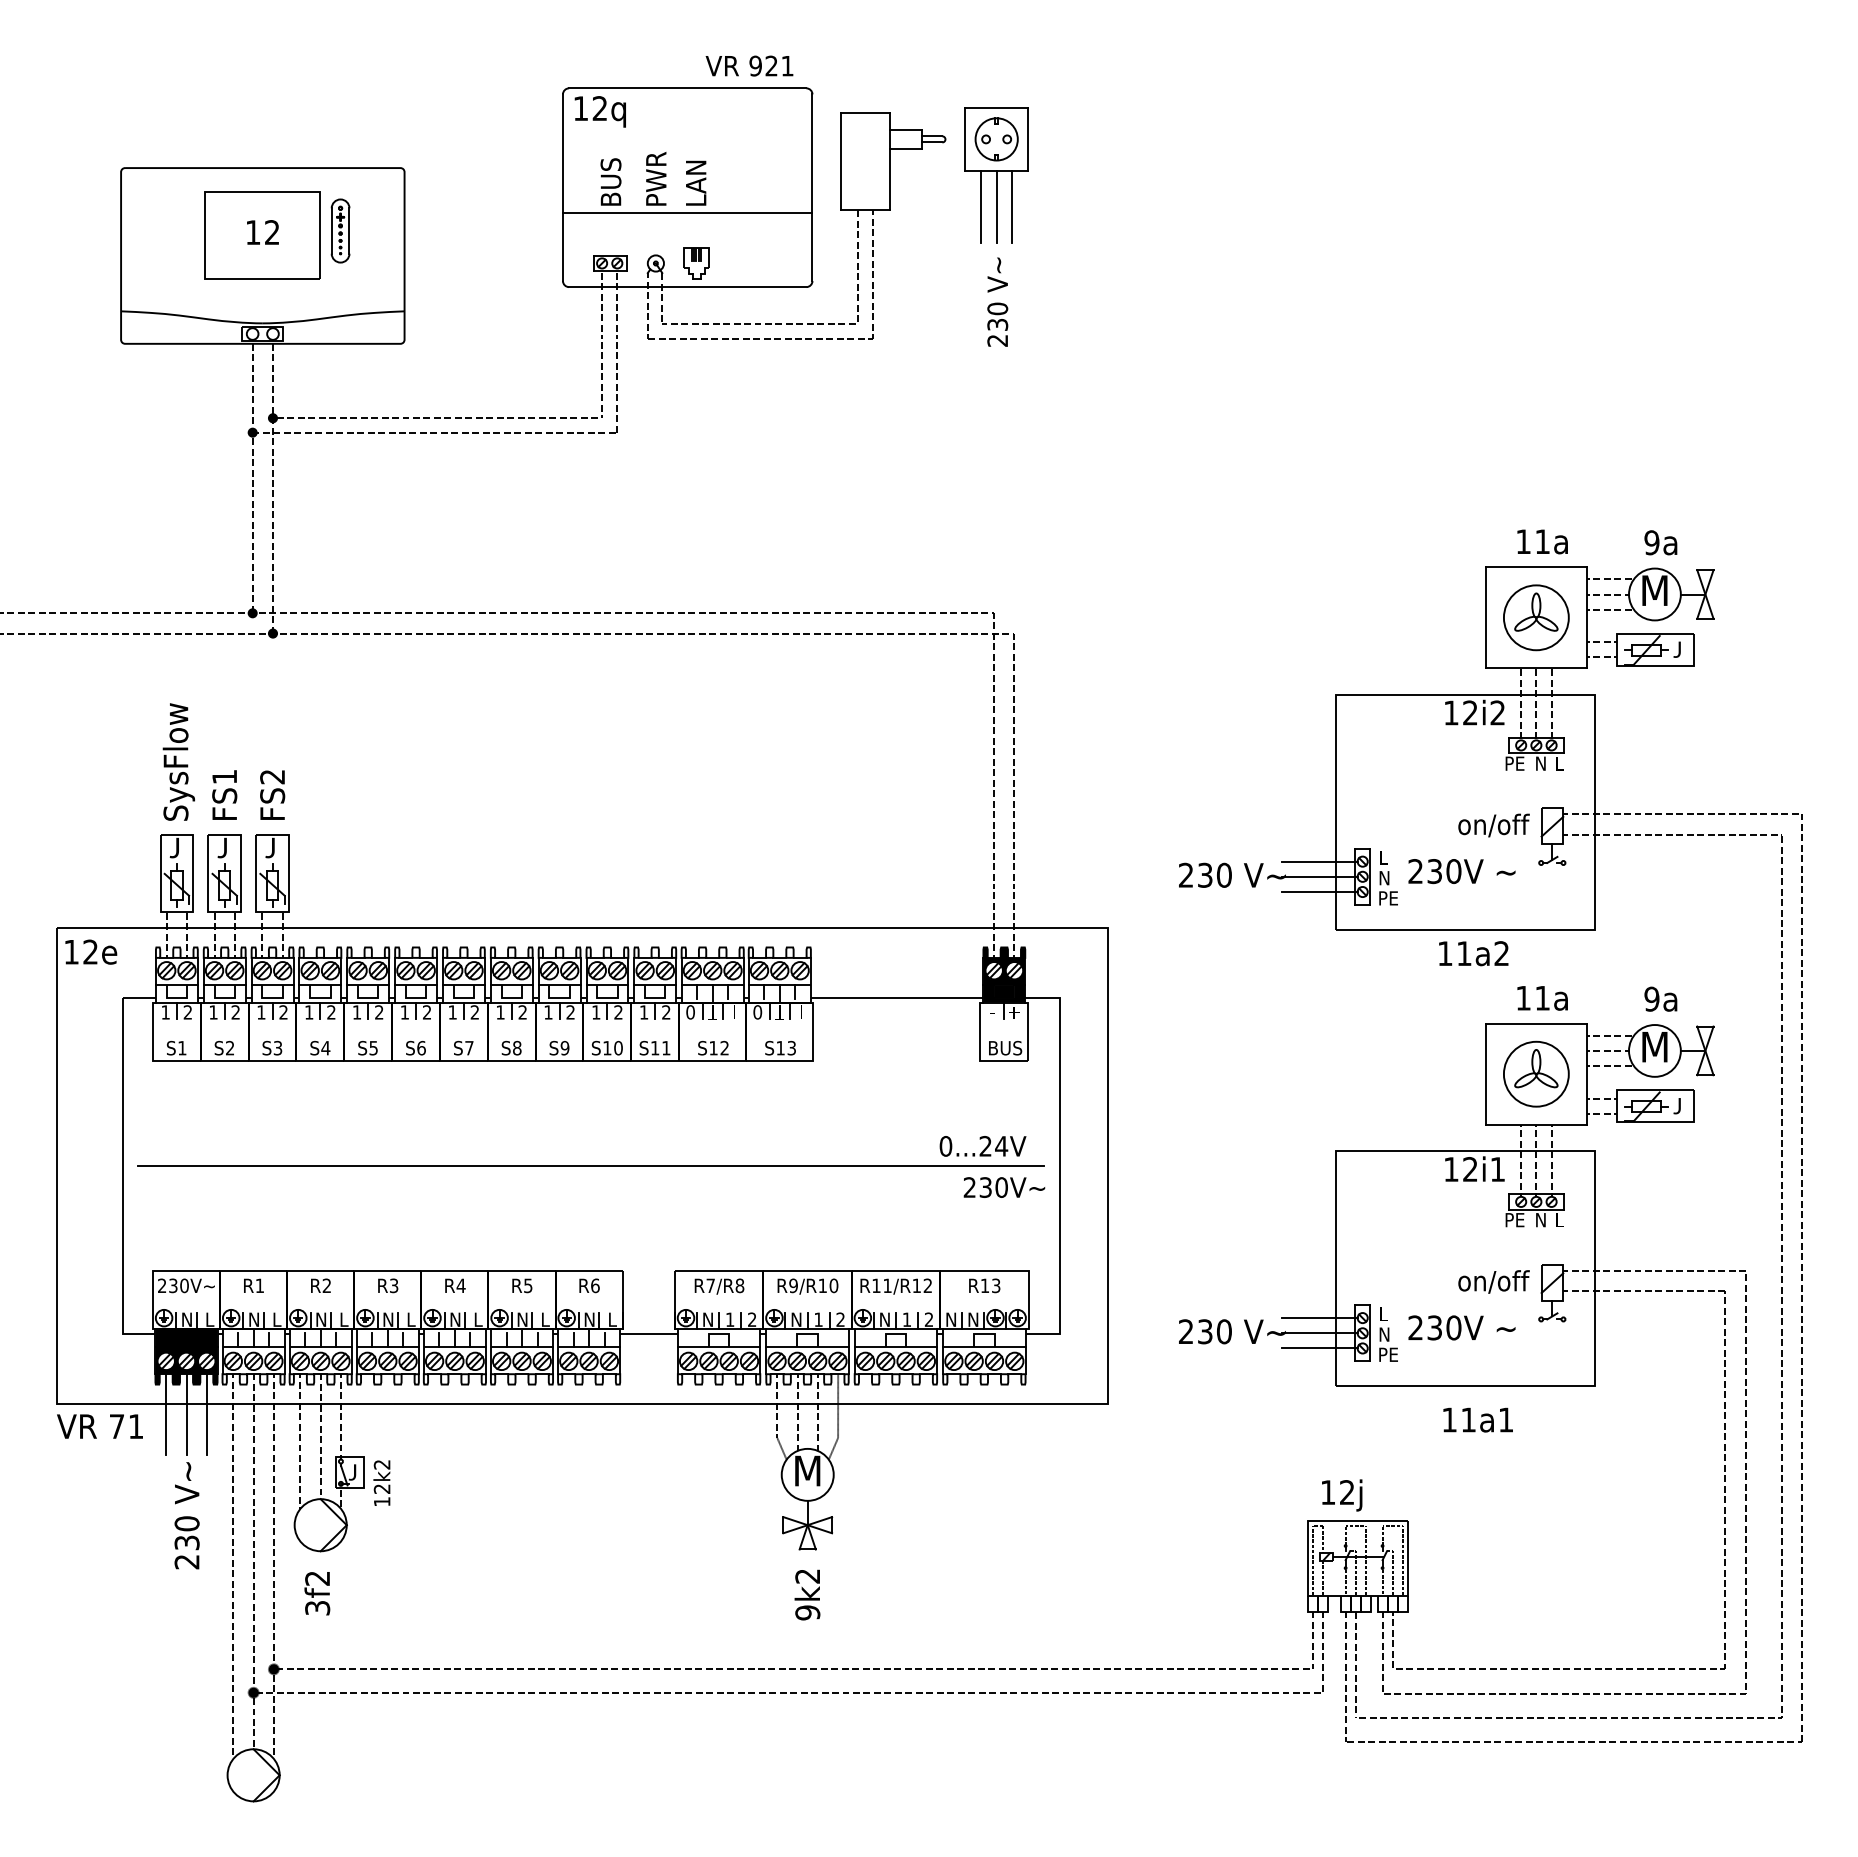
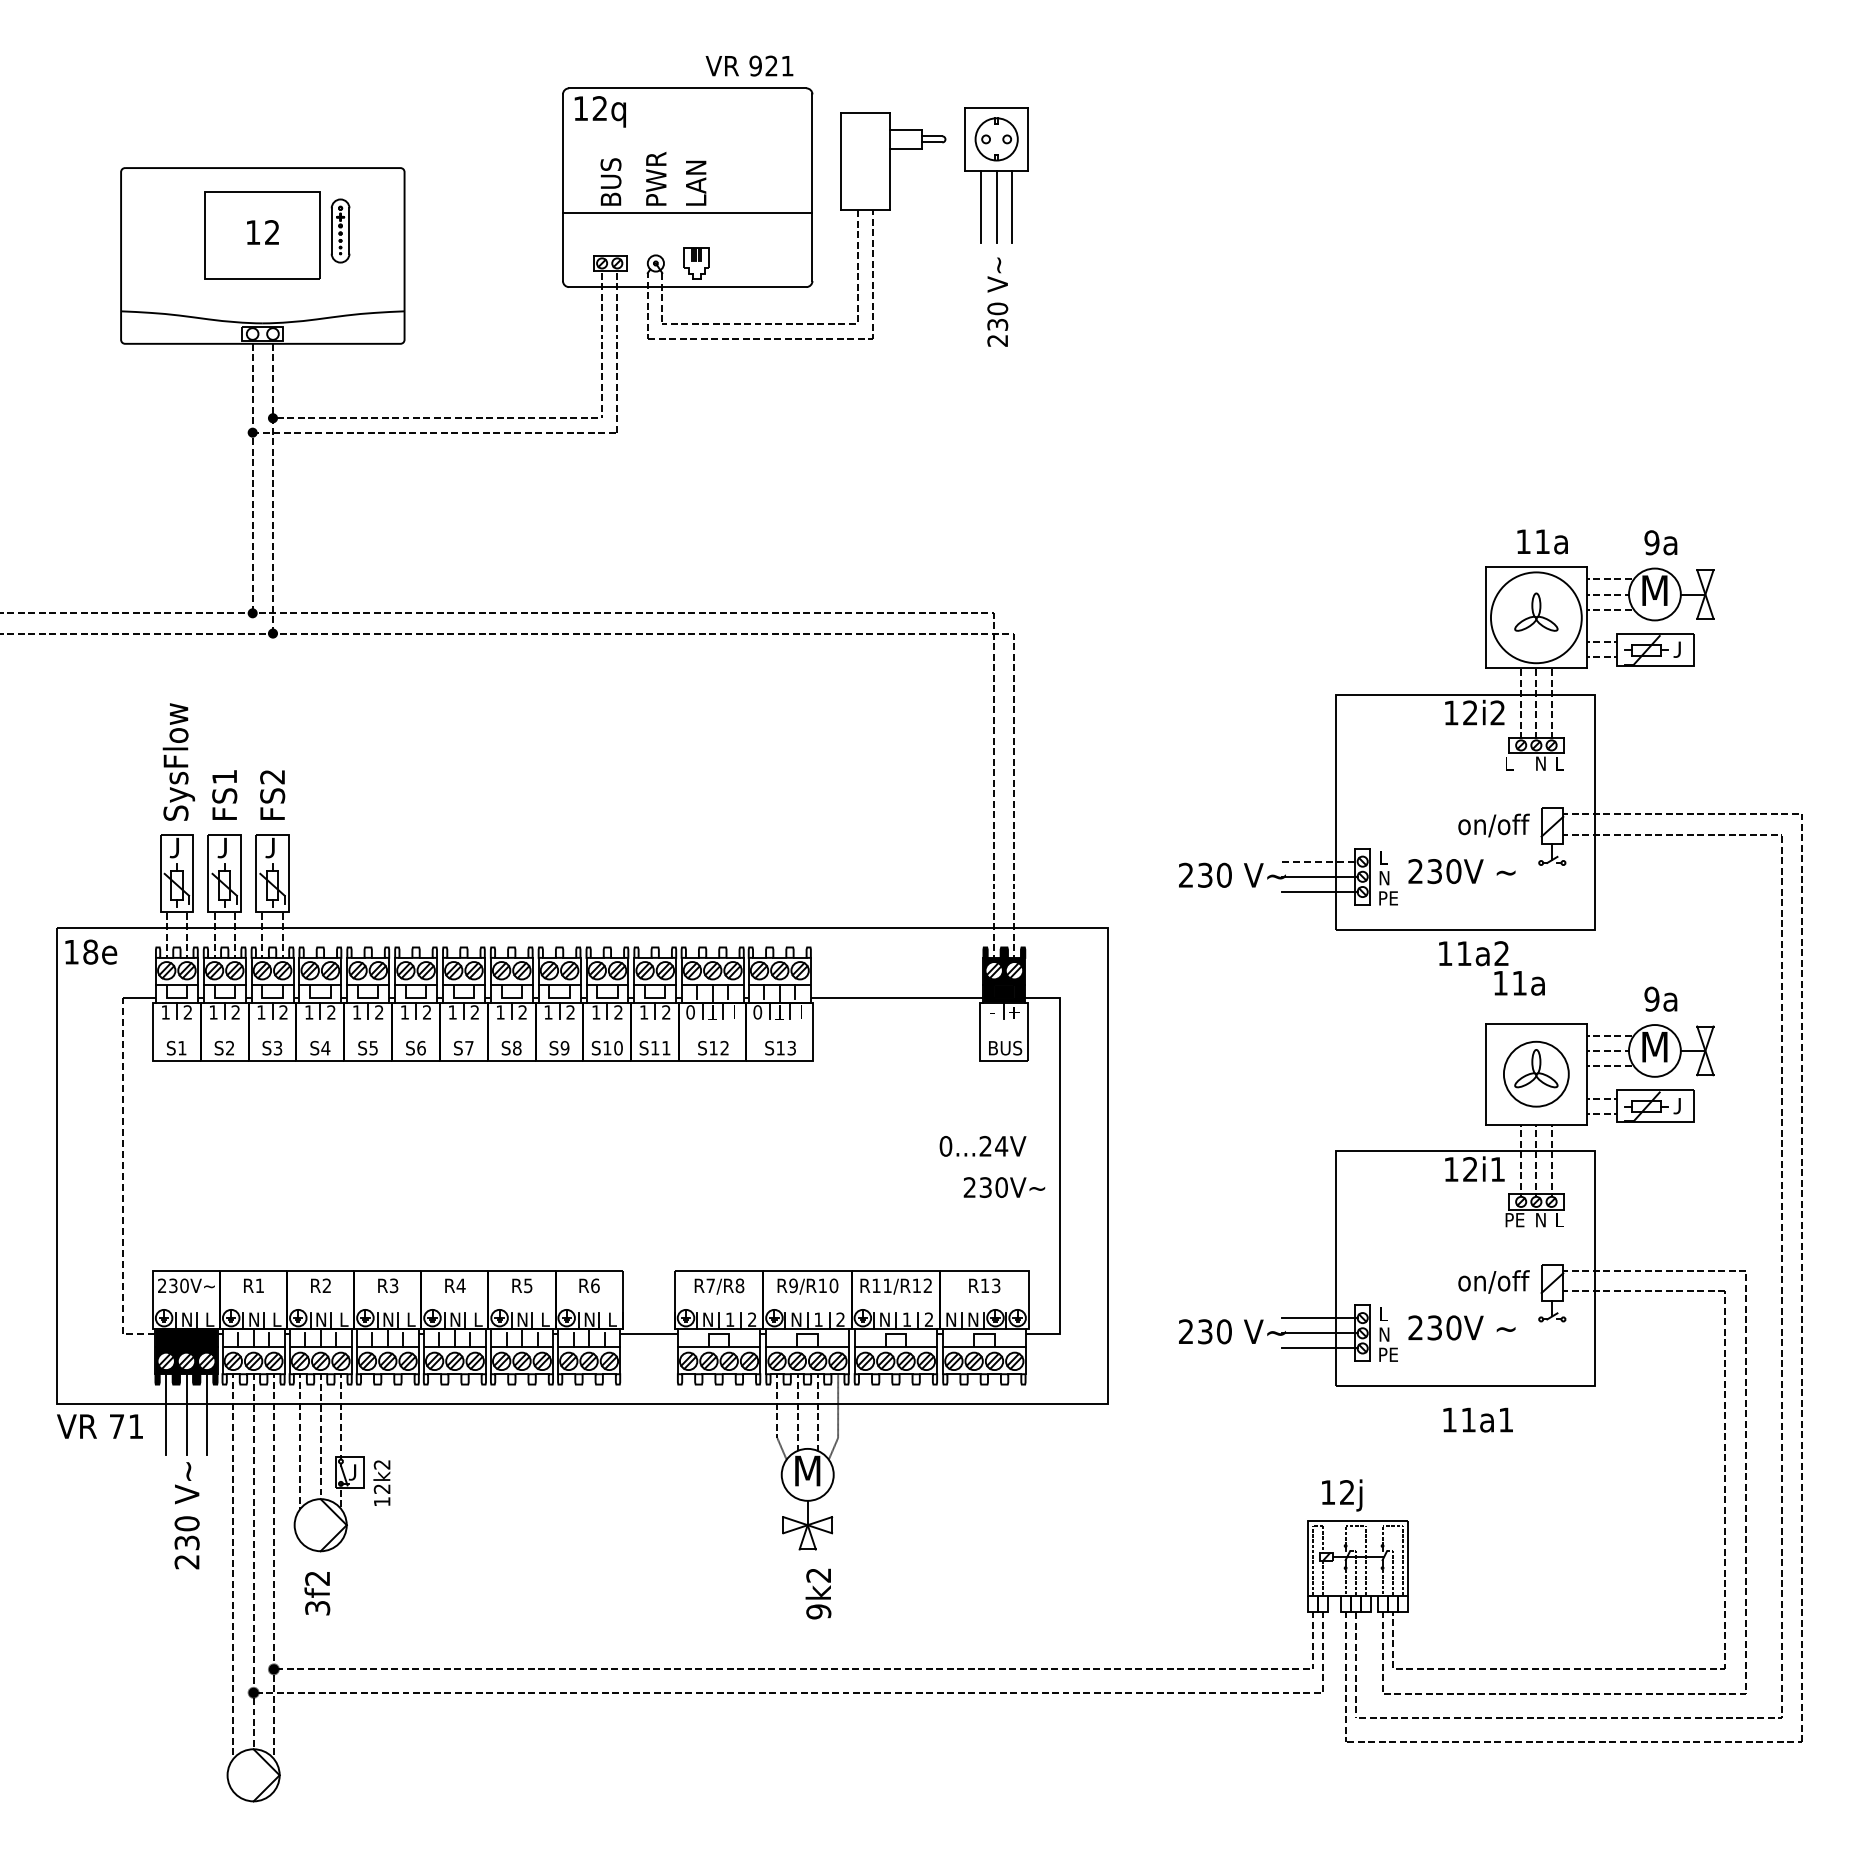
circle at (1535, 617) diameter: 65 px -> 91 px
text at (1514, 763): PE -> L
line at (1319, 861): solid -> dashed
text at (90, 951): 12e -> 18e
text at (1542, 998) position: (1542, 998) -> (1519, 983)
line at (590, 1166): present -> none
line at (123, 1182): solid -> dashed
text at (807, 1594) position: (807, 1594) -> (818, 1593)
